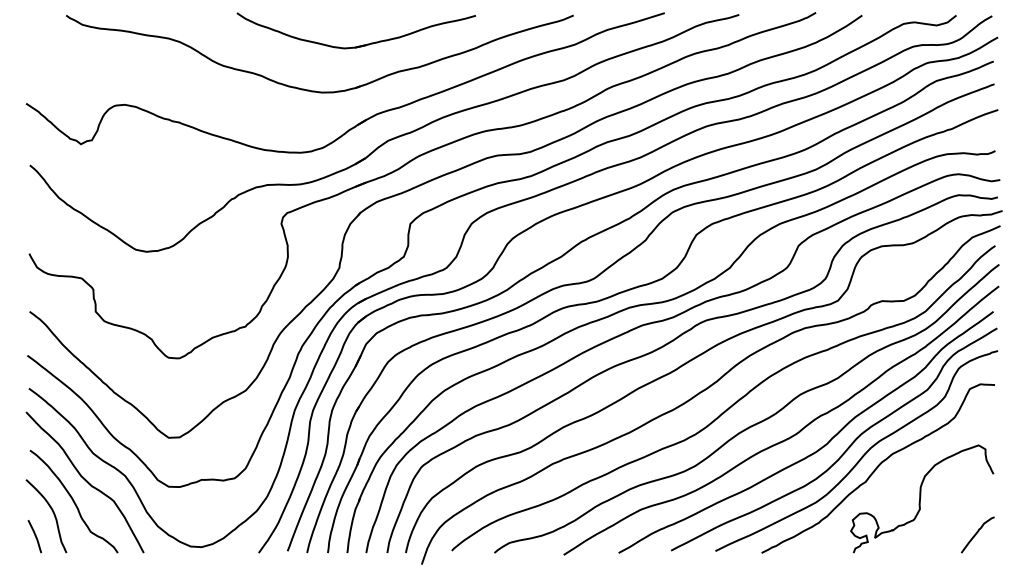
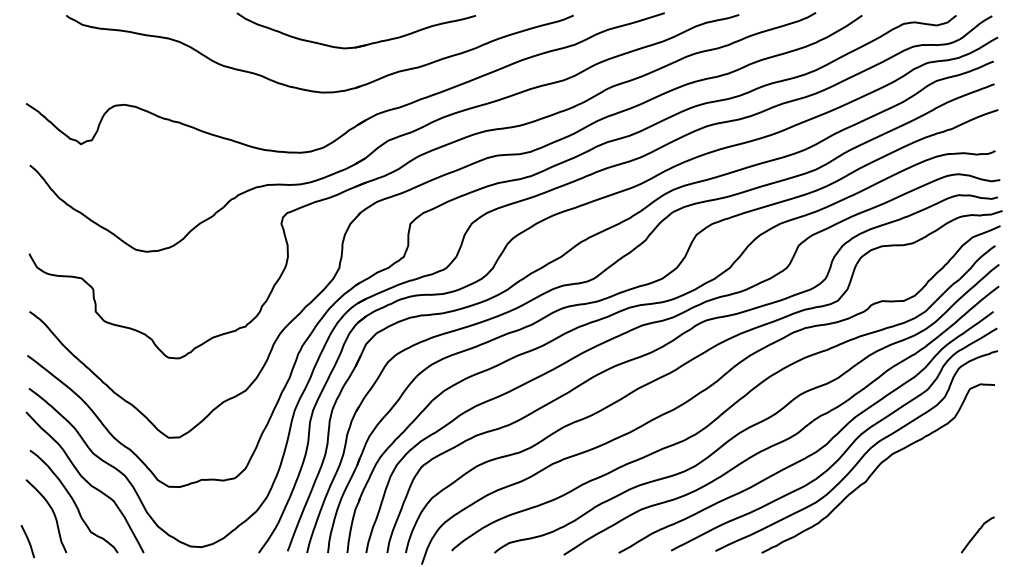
curve at (921, 497): present -> none
curve at (34, 535) position: (34, 535) -> (27, 540)
